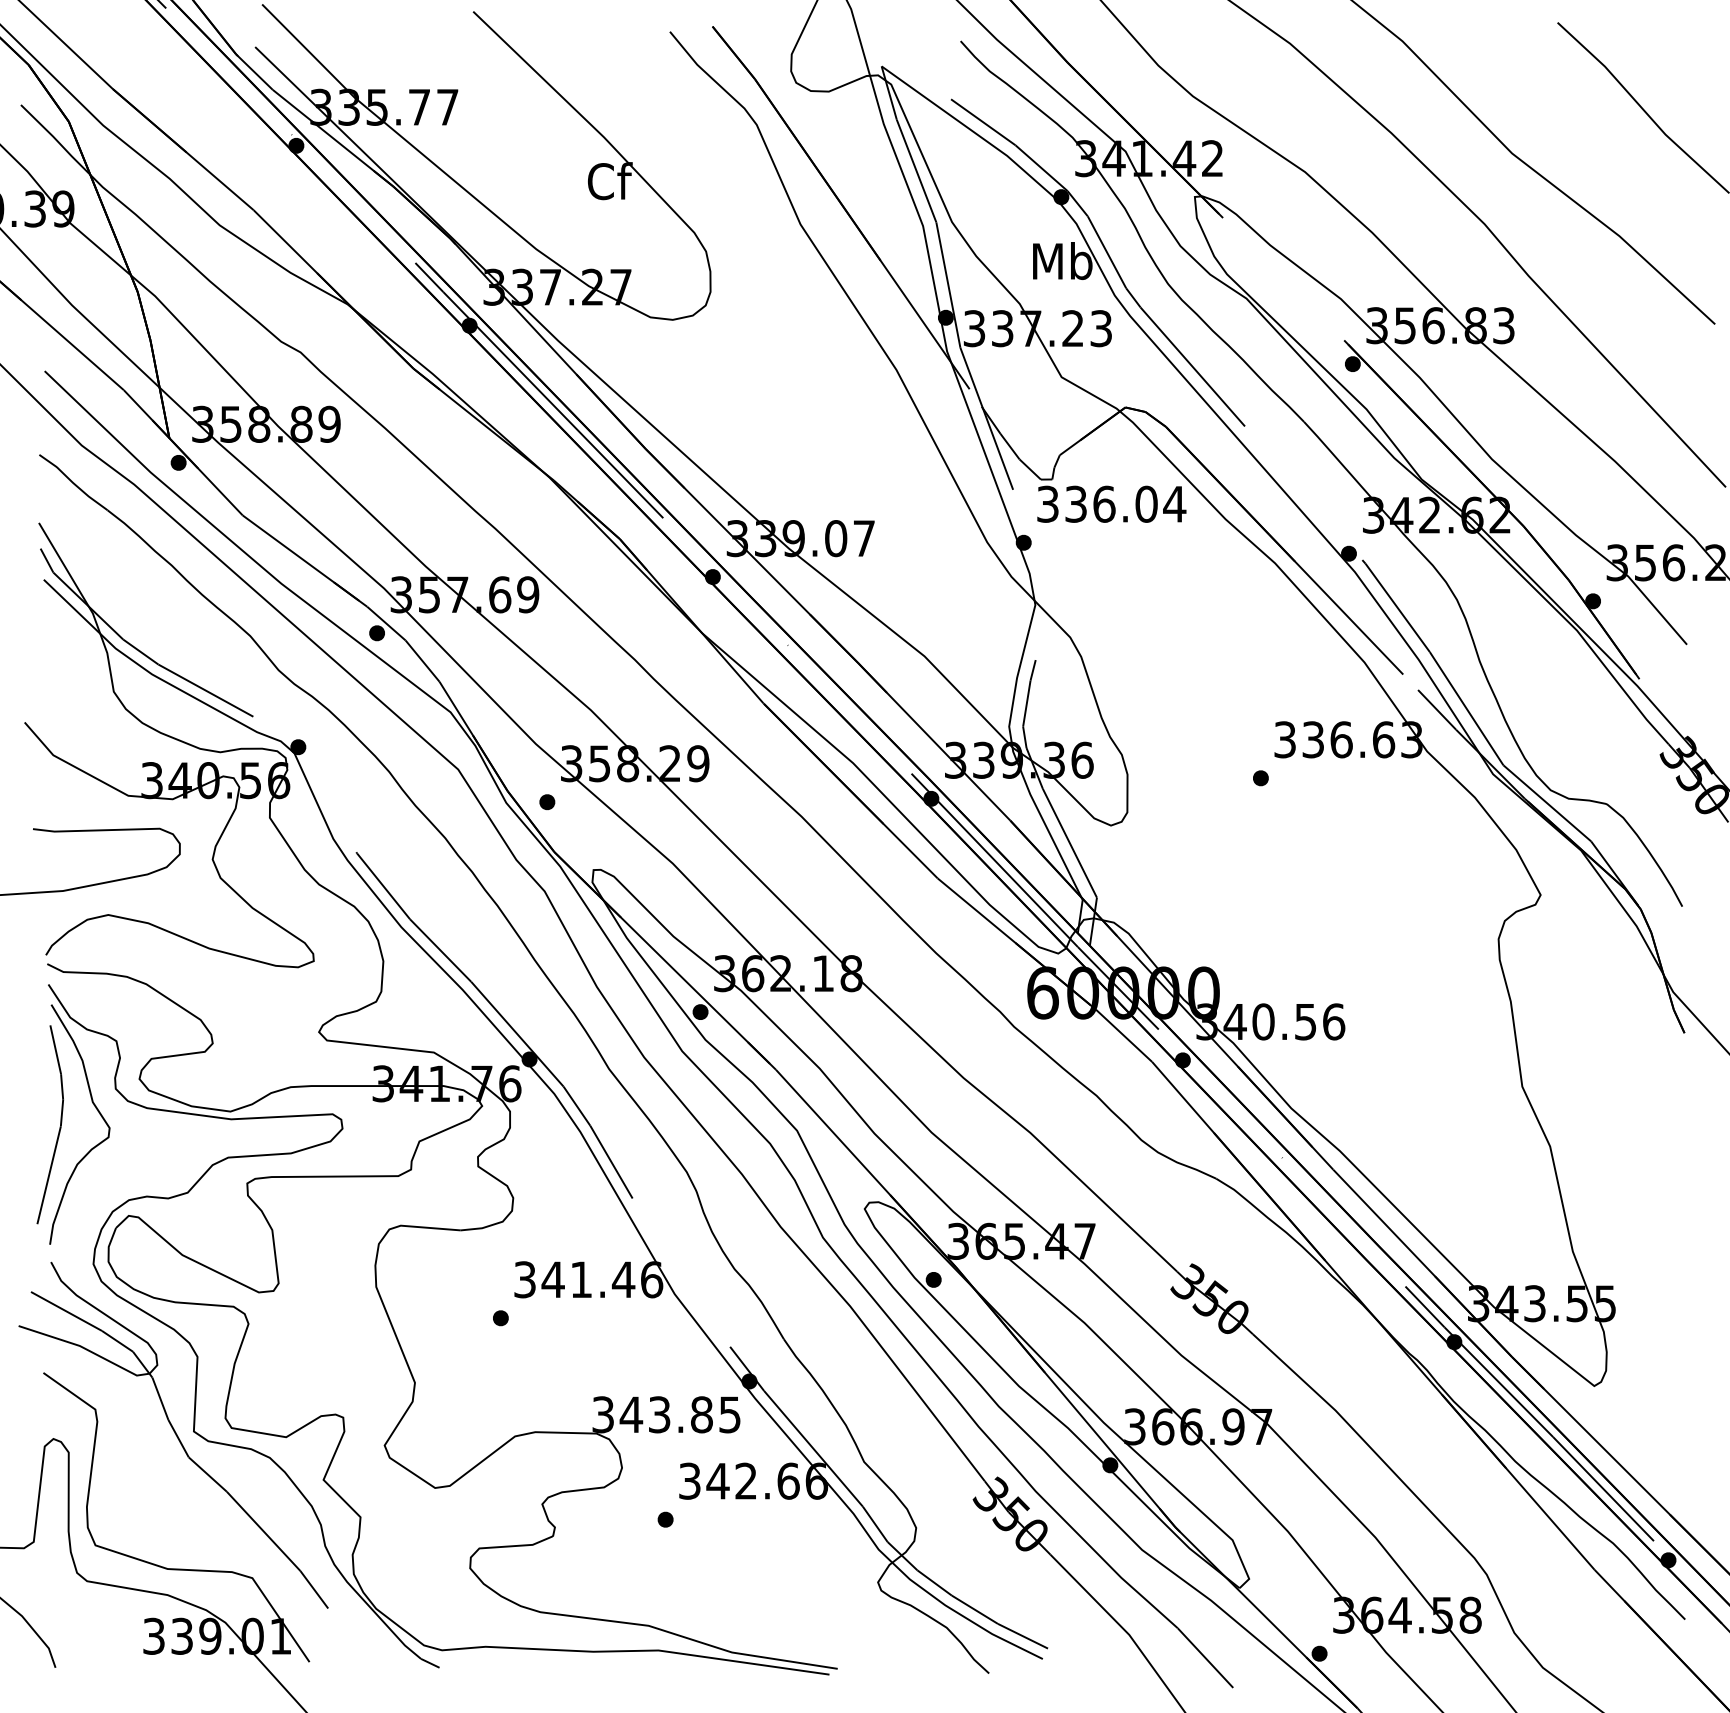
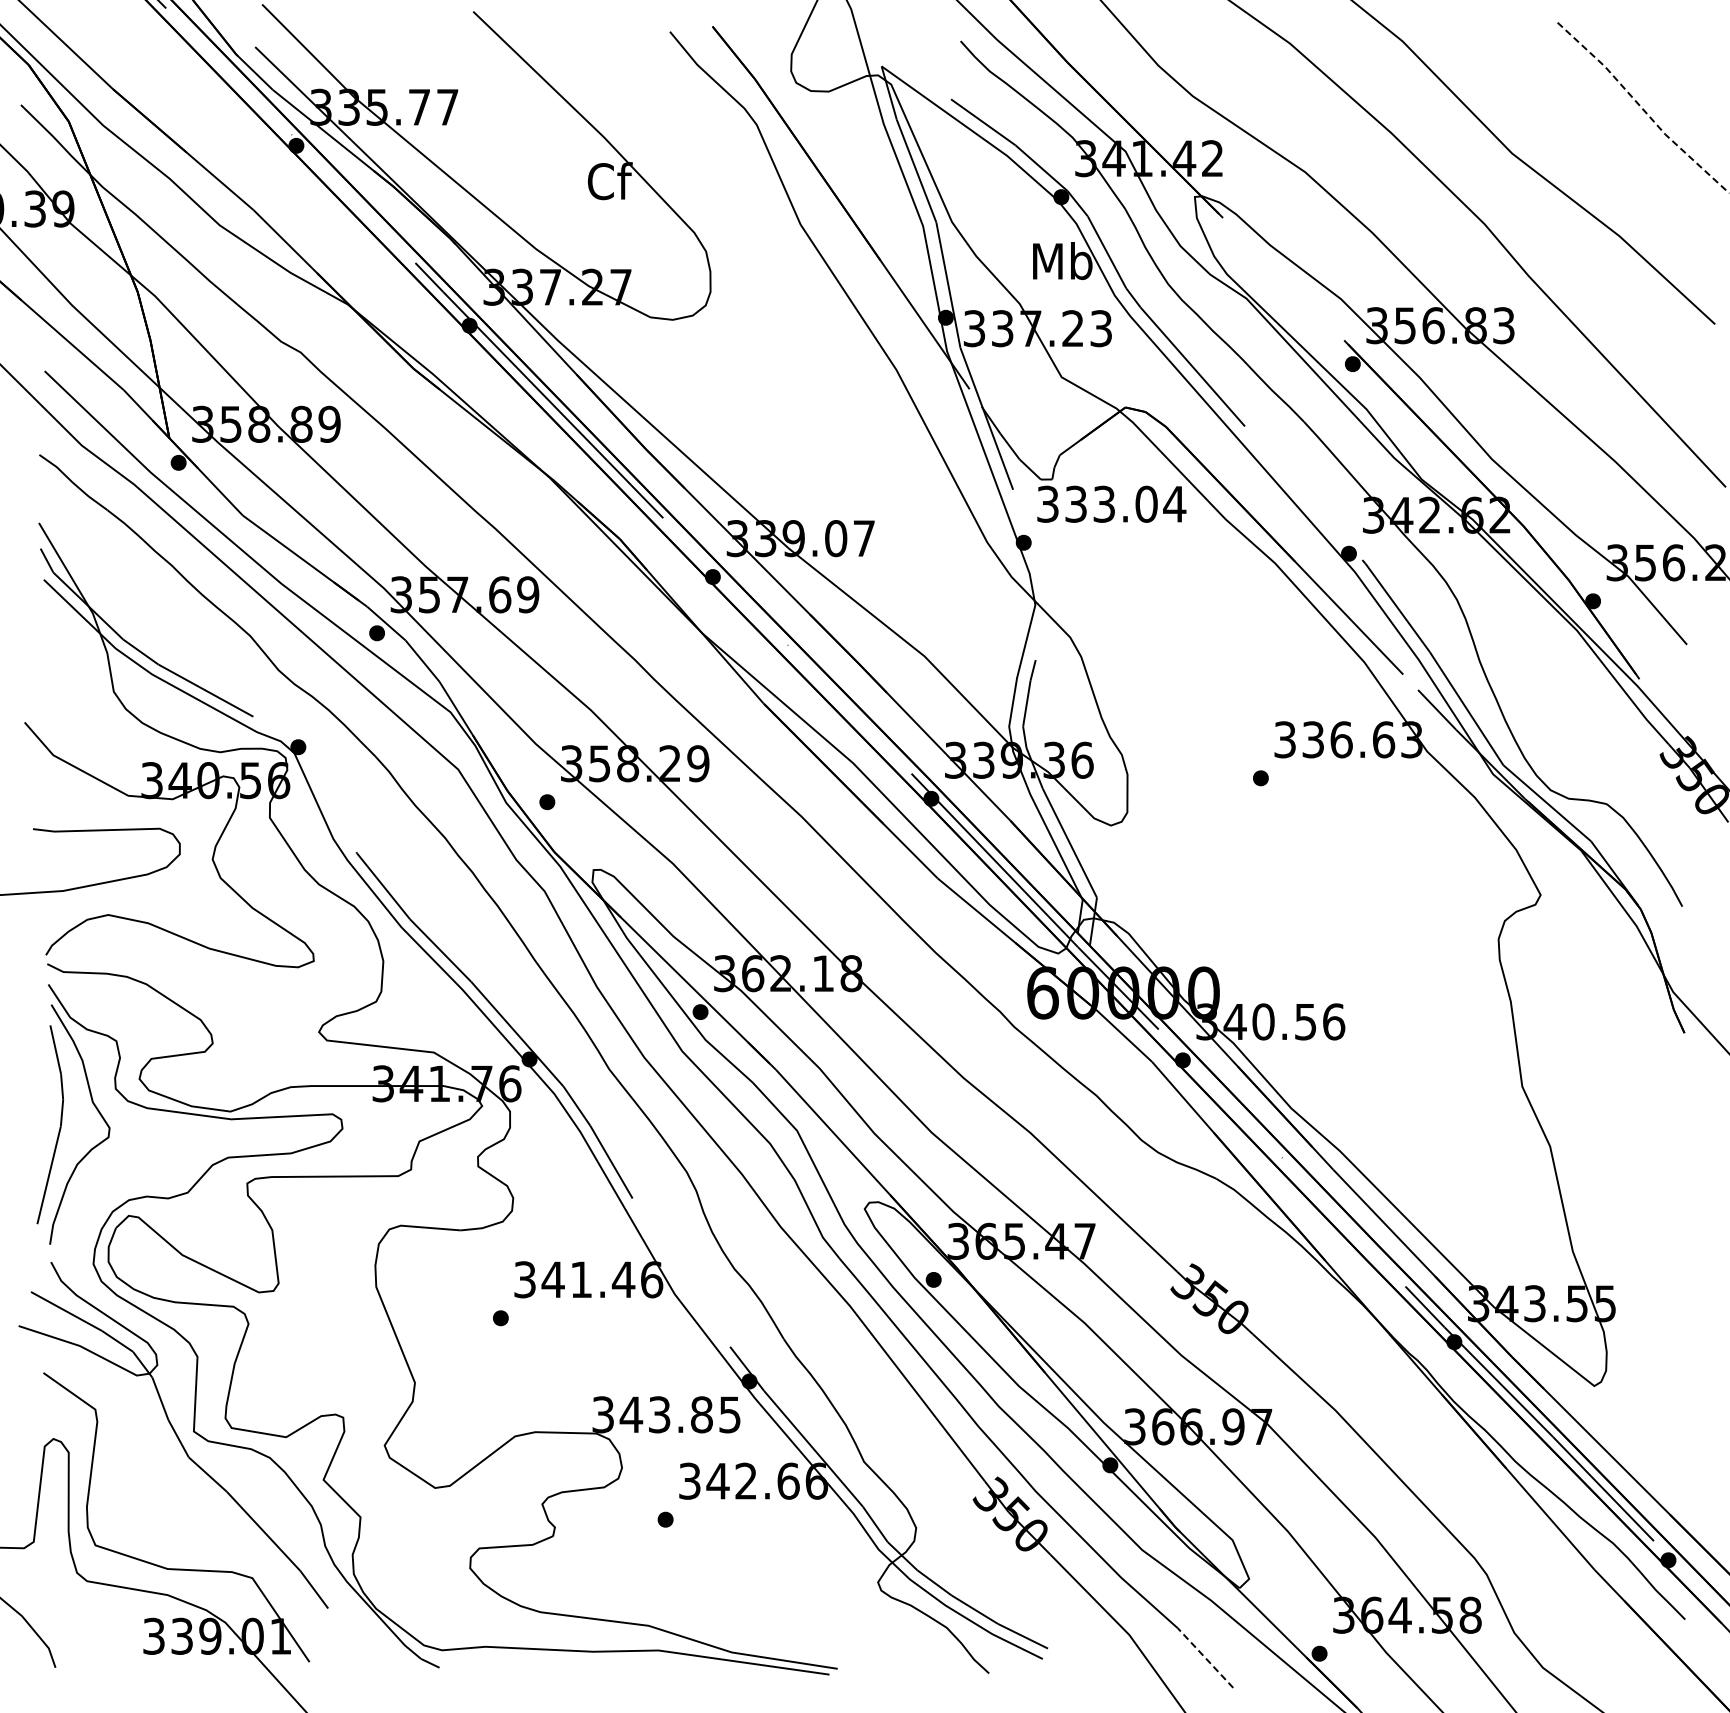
line at (1642, 108): solid -> dashed
text at (1104, 503): 336.04 -> 333.04
line at (1205, 1658): solid -> dashed
